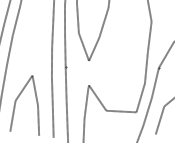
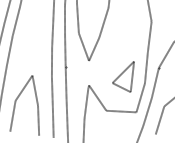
part at (123, 76): none -> present
